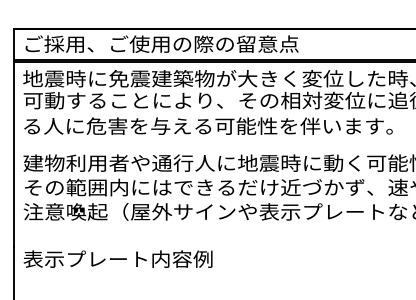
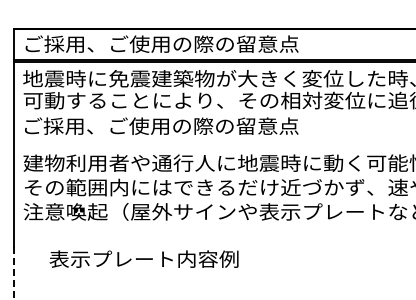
text at (208, 125): る人に危害を与える可能性を伴います。 -> ご採用、ご使用の際の留意点
text at (117, 258) position: (117, 258) -> (143, 258)
line at (13, 273): solid -> dashed
